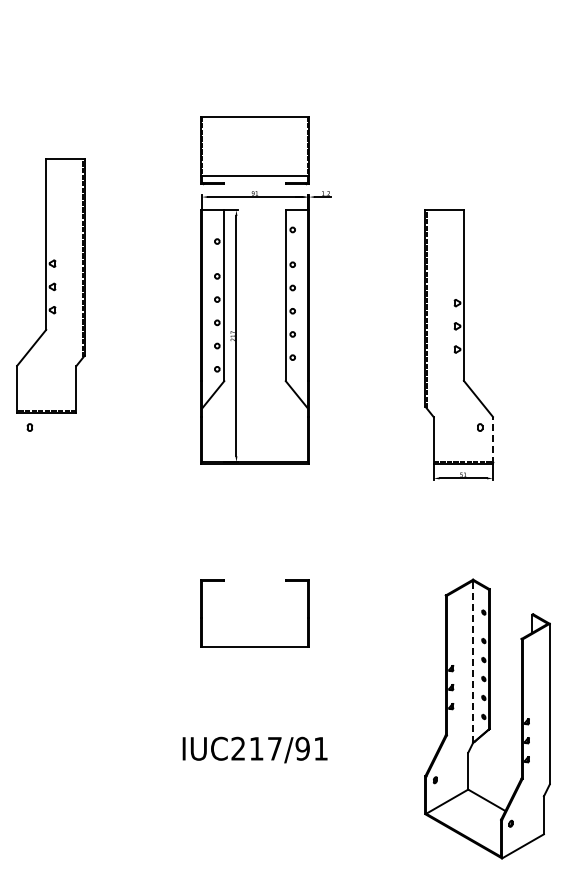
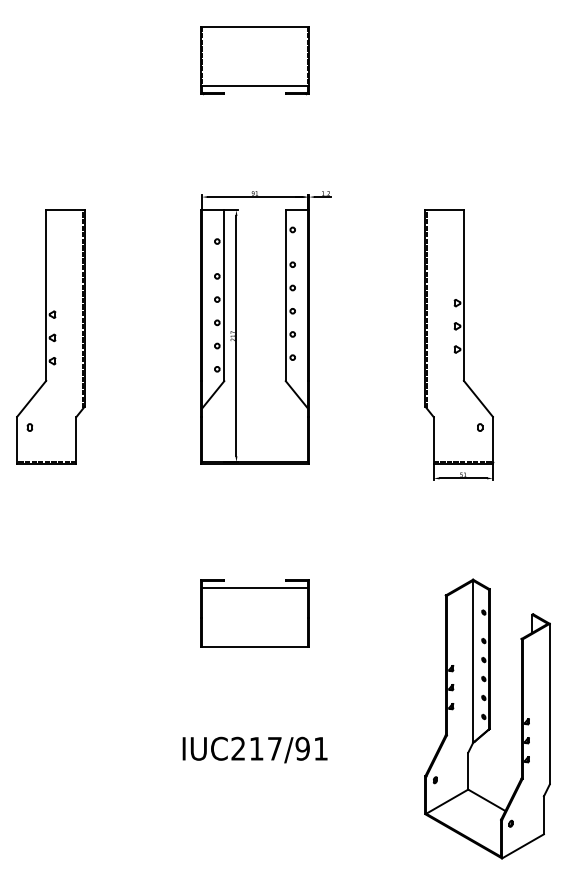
part at (254, 150) position: (254, 150) -> (254, 60)
part at (50, 285) position: (50, 285) -> (50, 336)
line at (492, 439): dashed -> solid
line at (254, 588): none -> present
line at (473, 661): dashed -> solid
